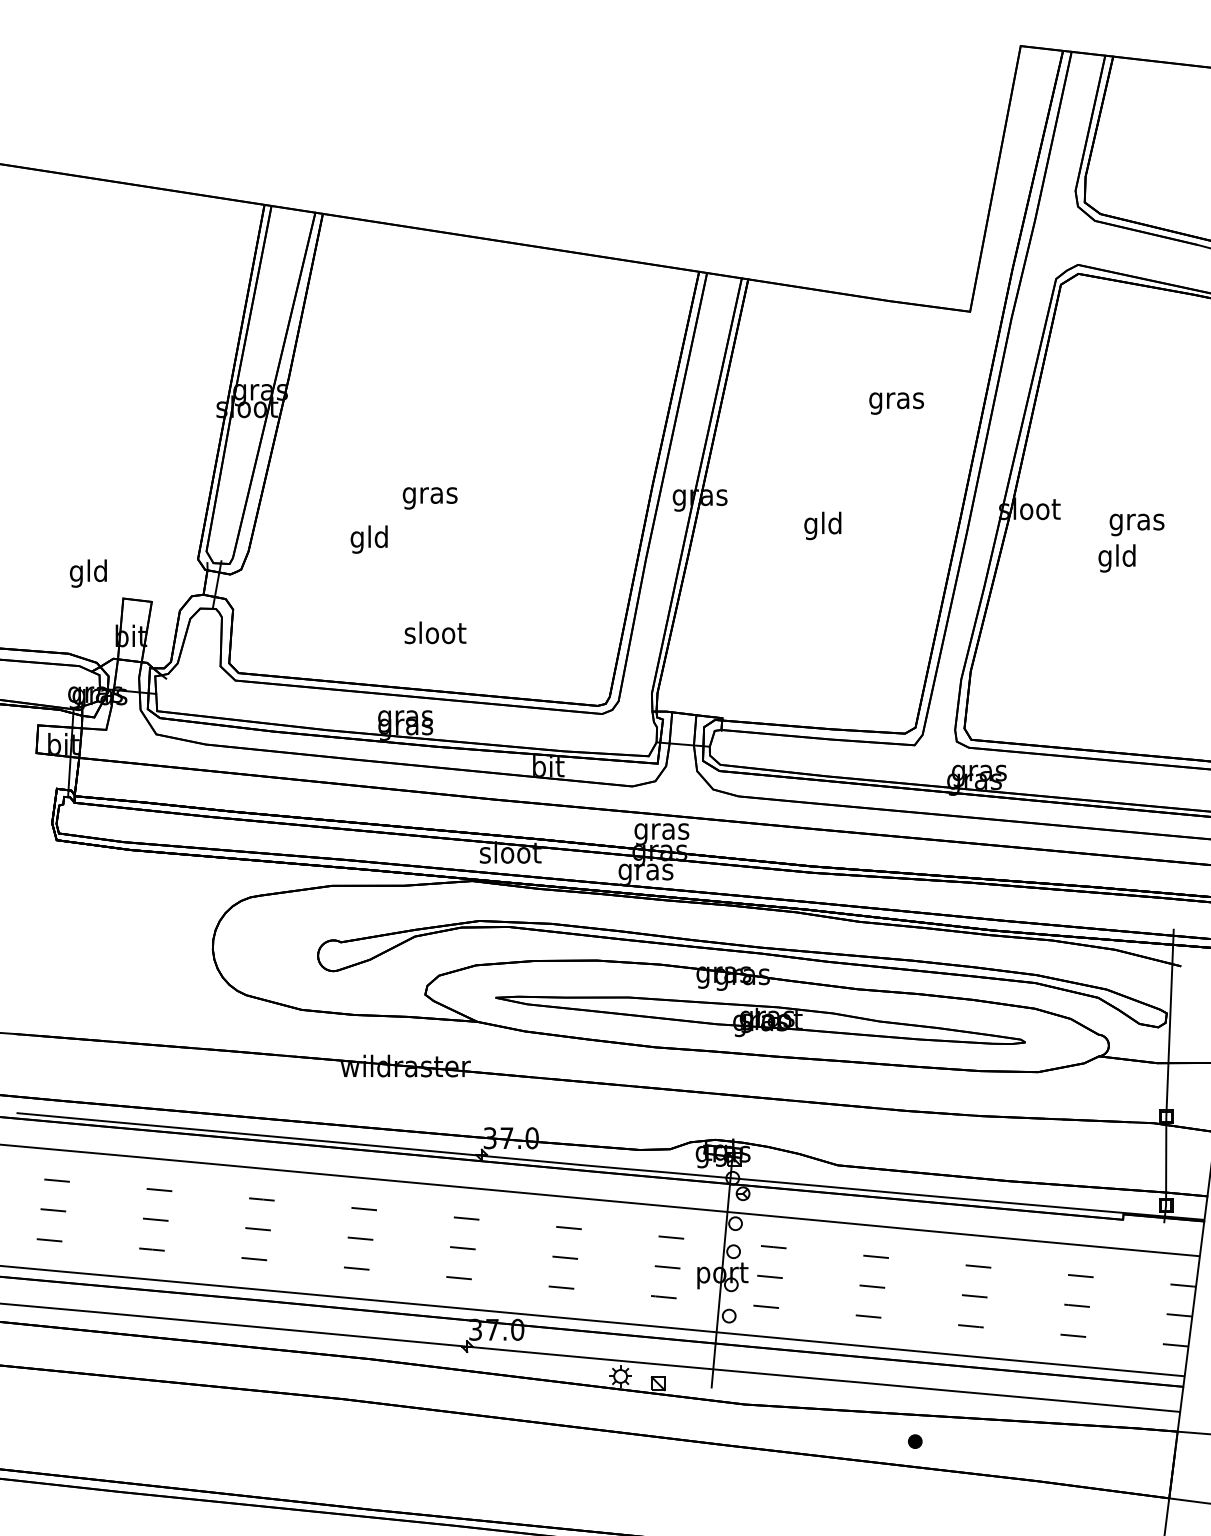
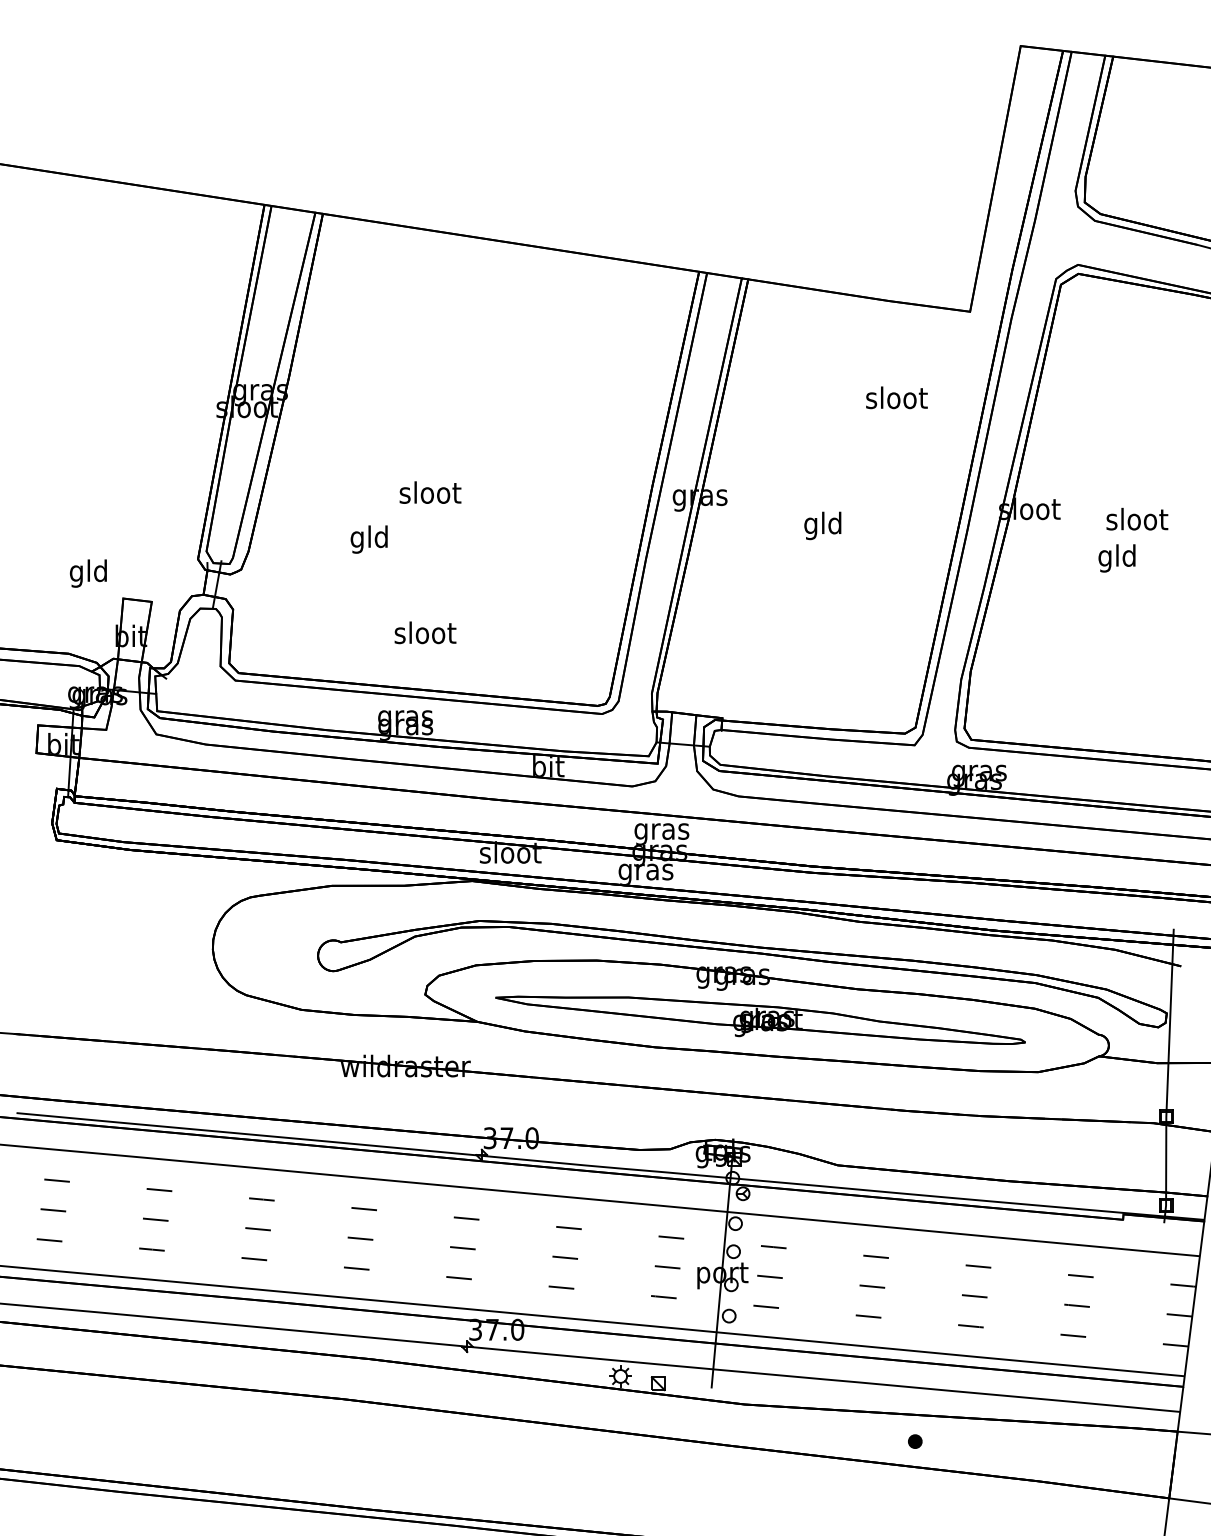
text at (896, 400): gras -> sloot
text at (430, 495): gras -> sloot
text at (1137, 521): gras -> sloot
text at (435, 632) position: (435, 632) -> (425, 632)
